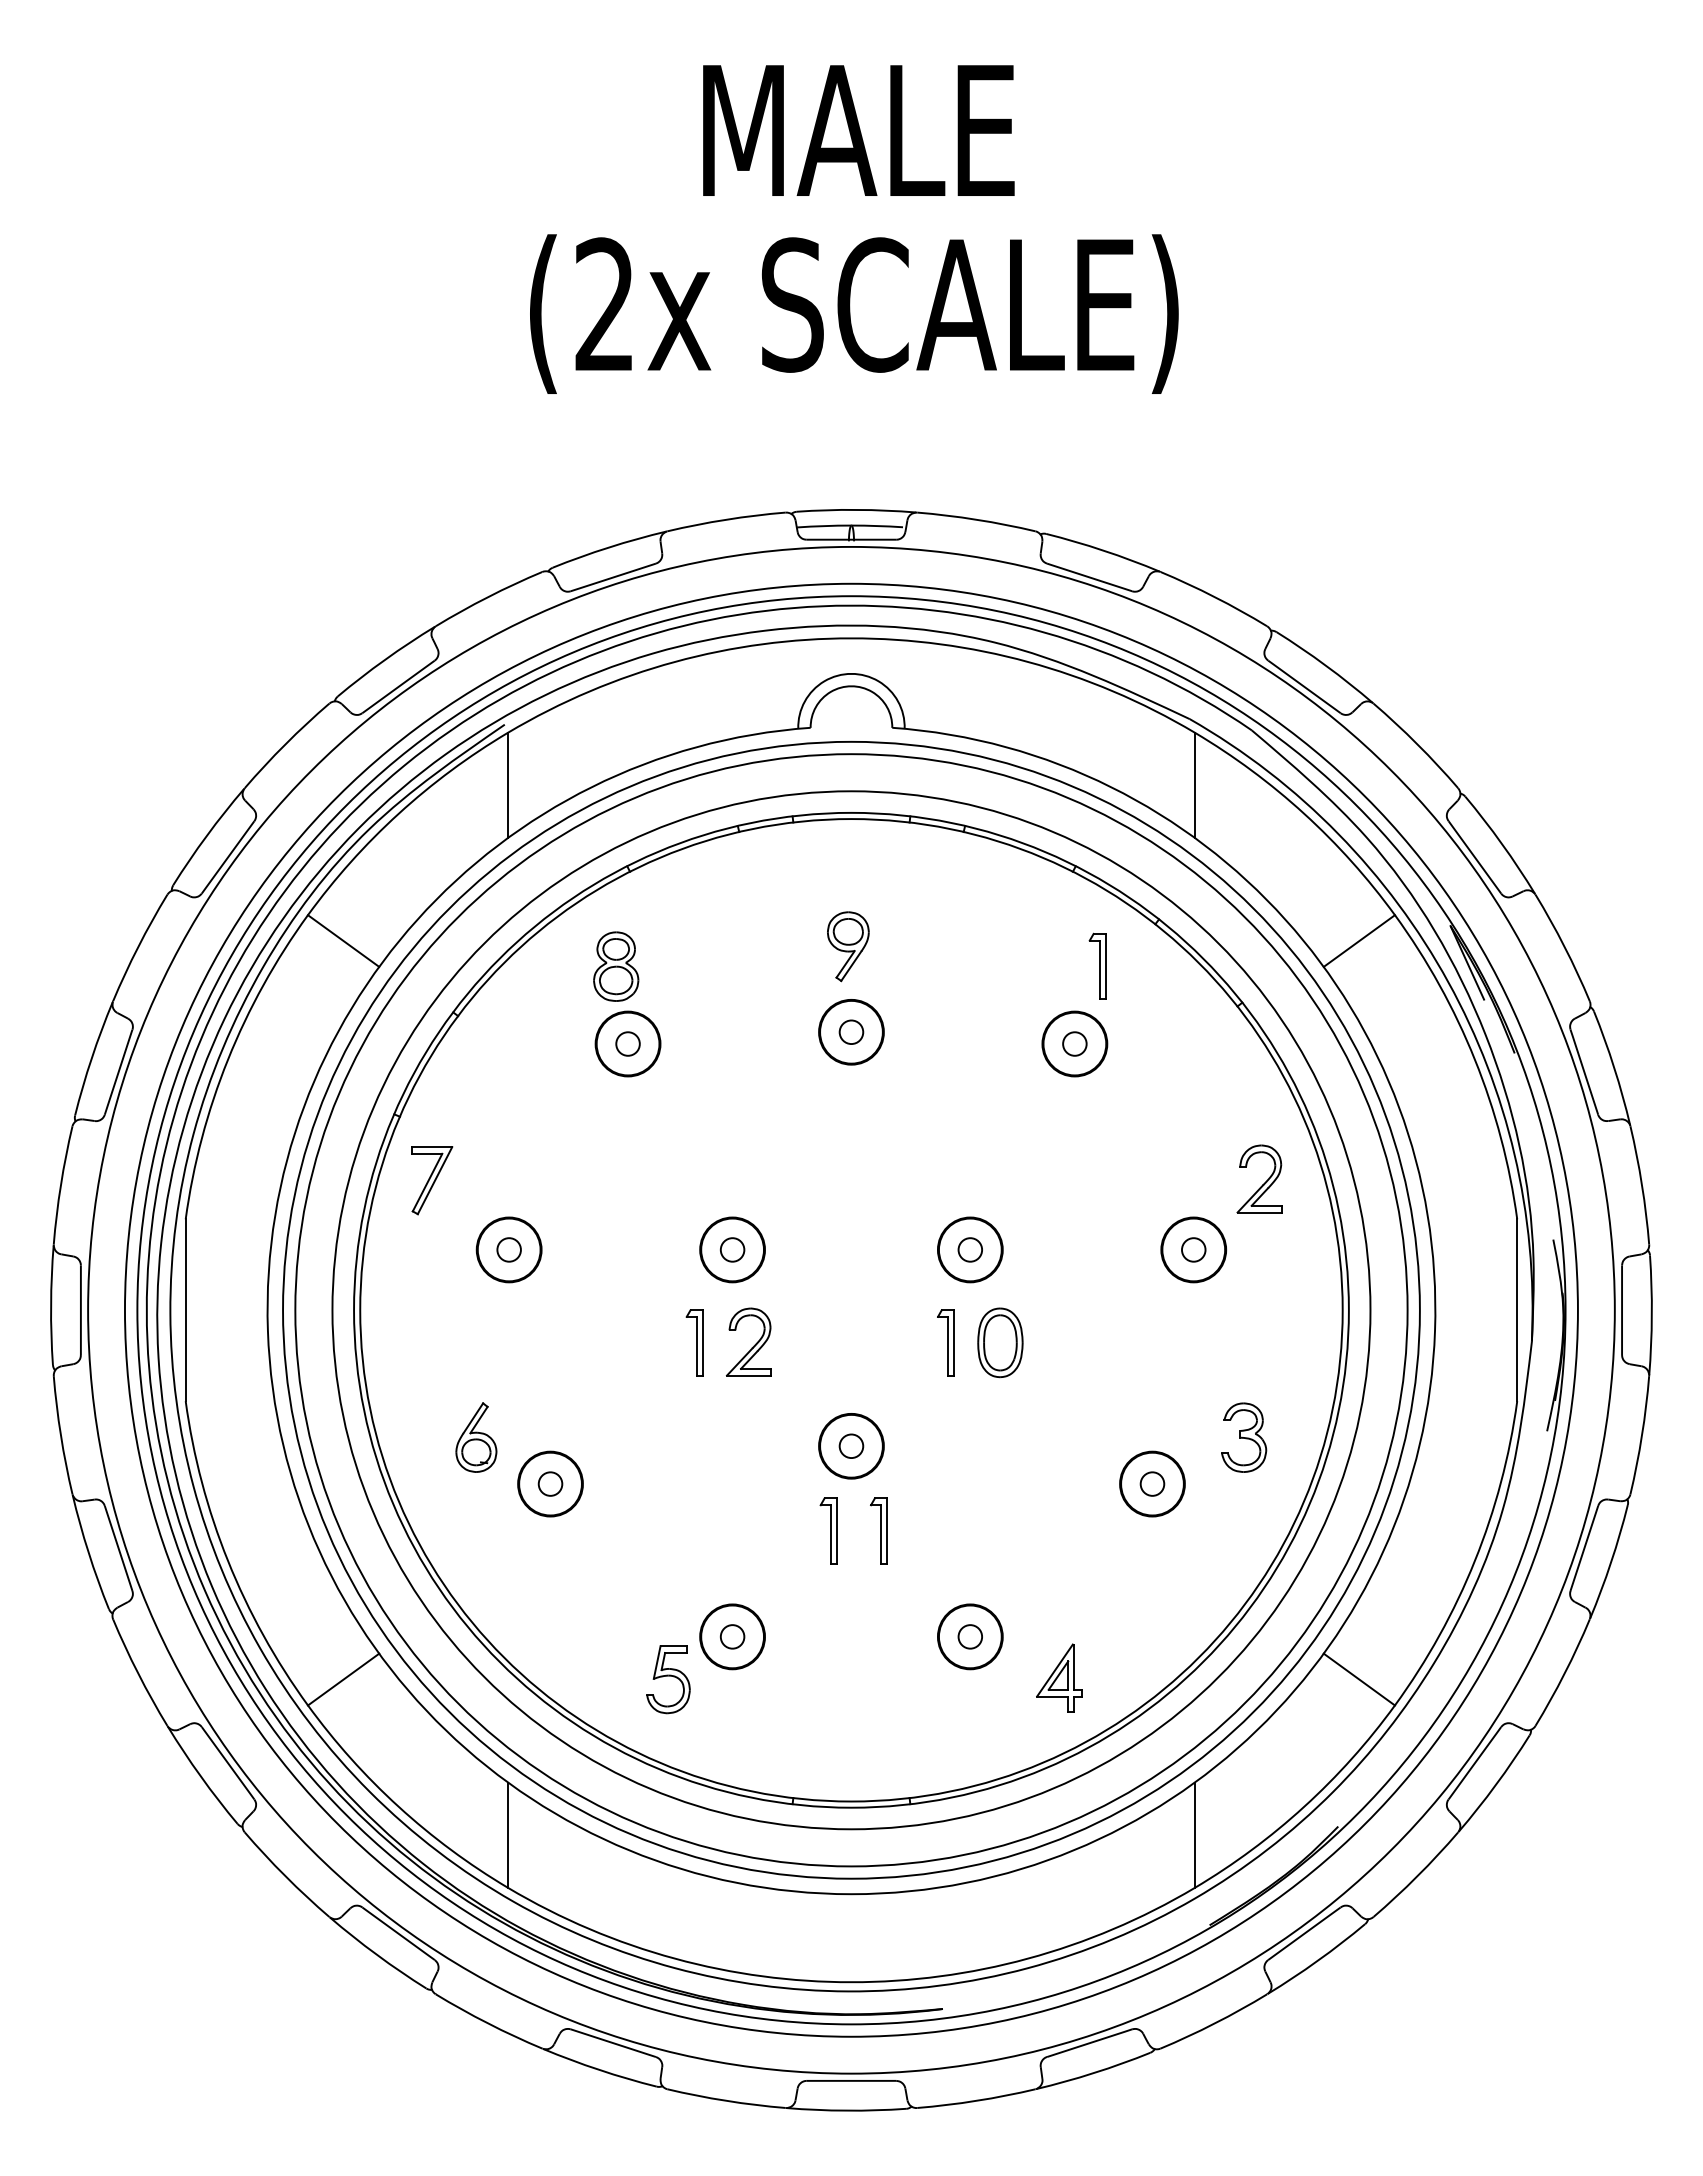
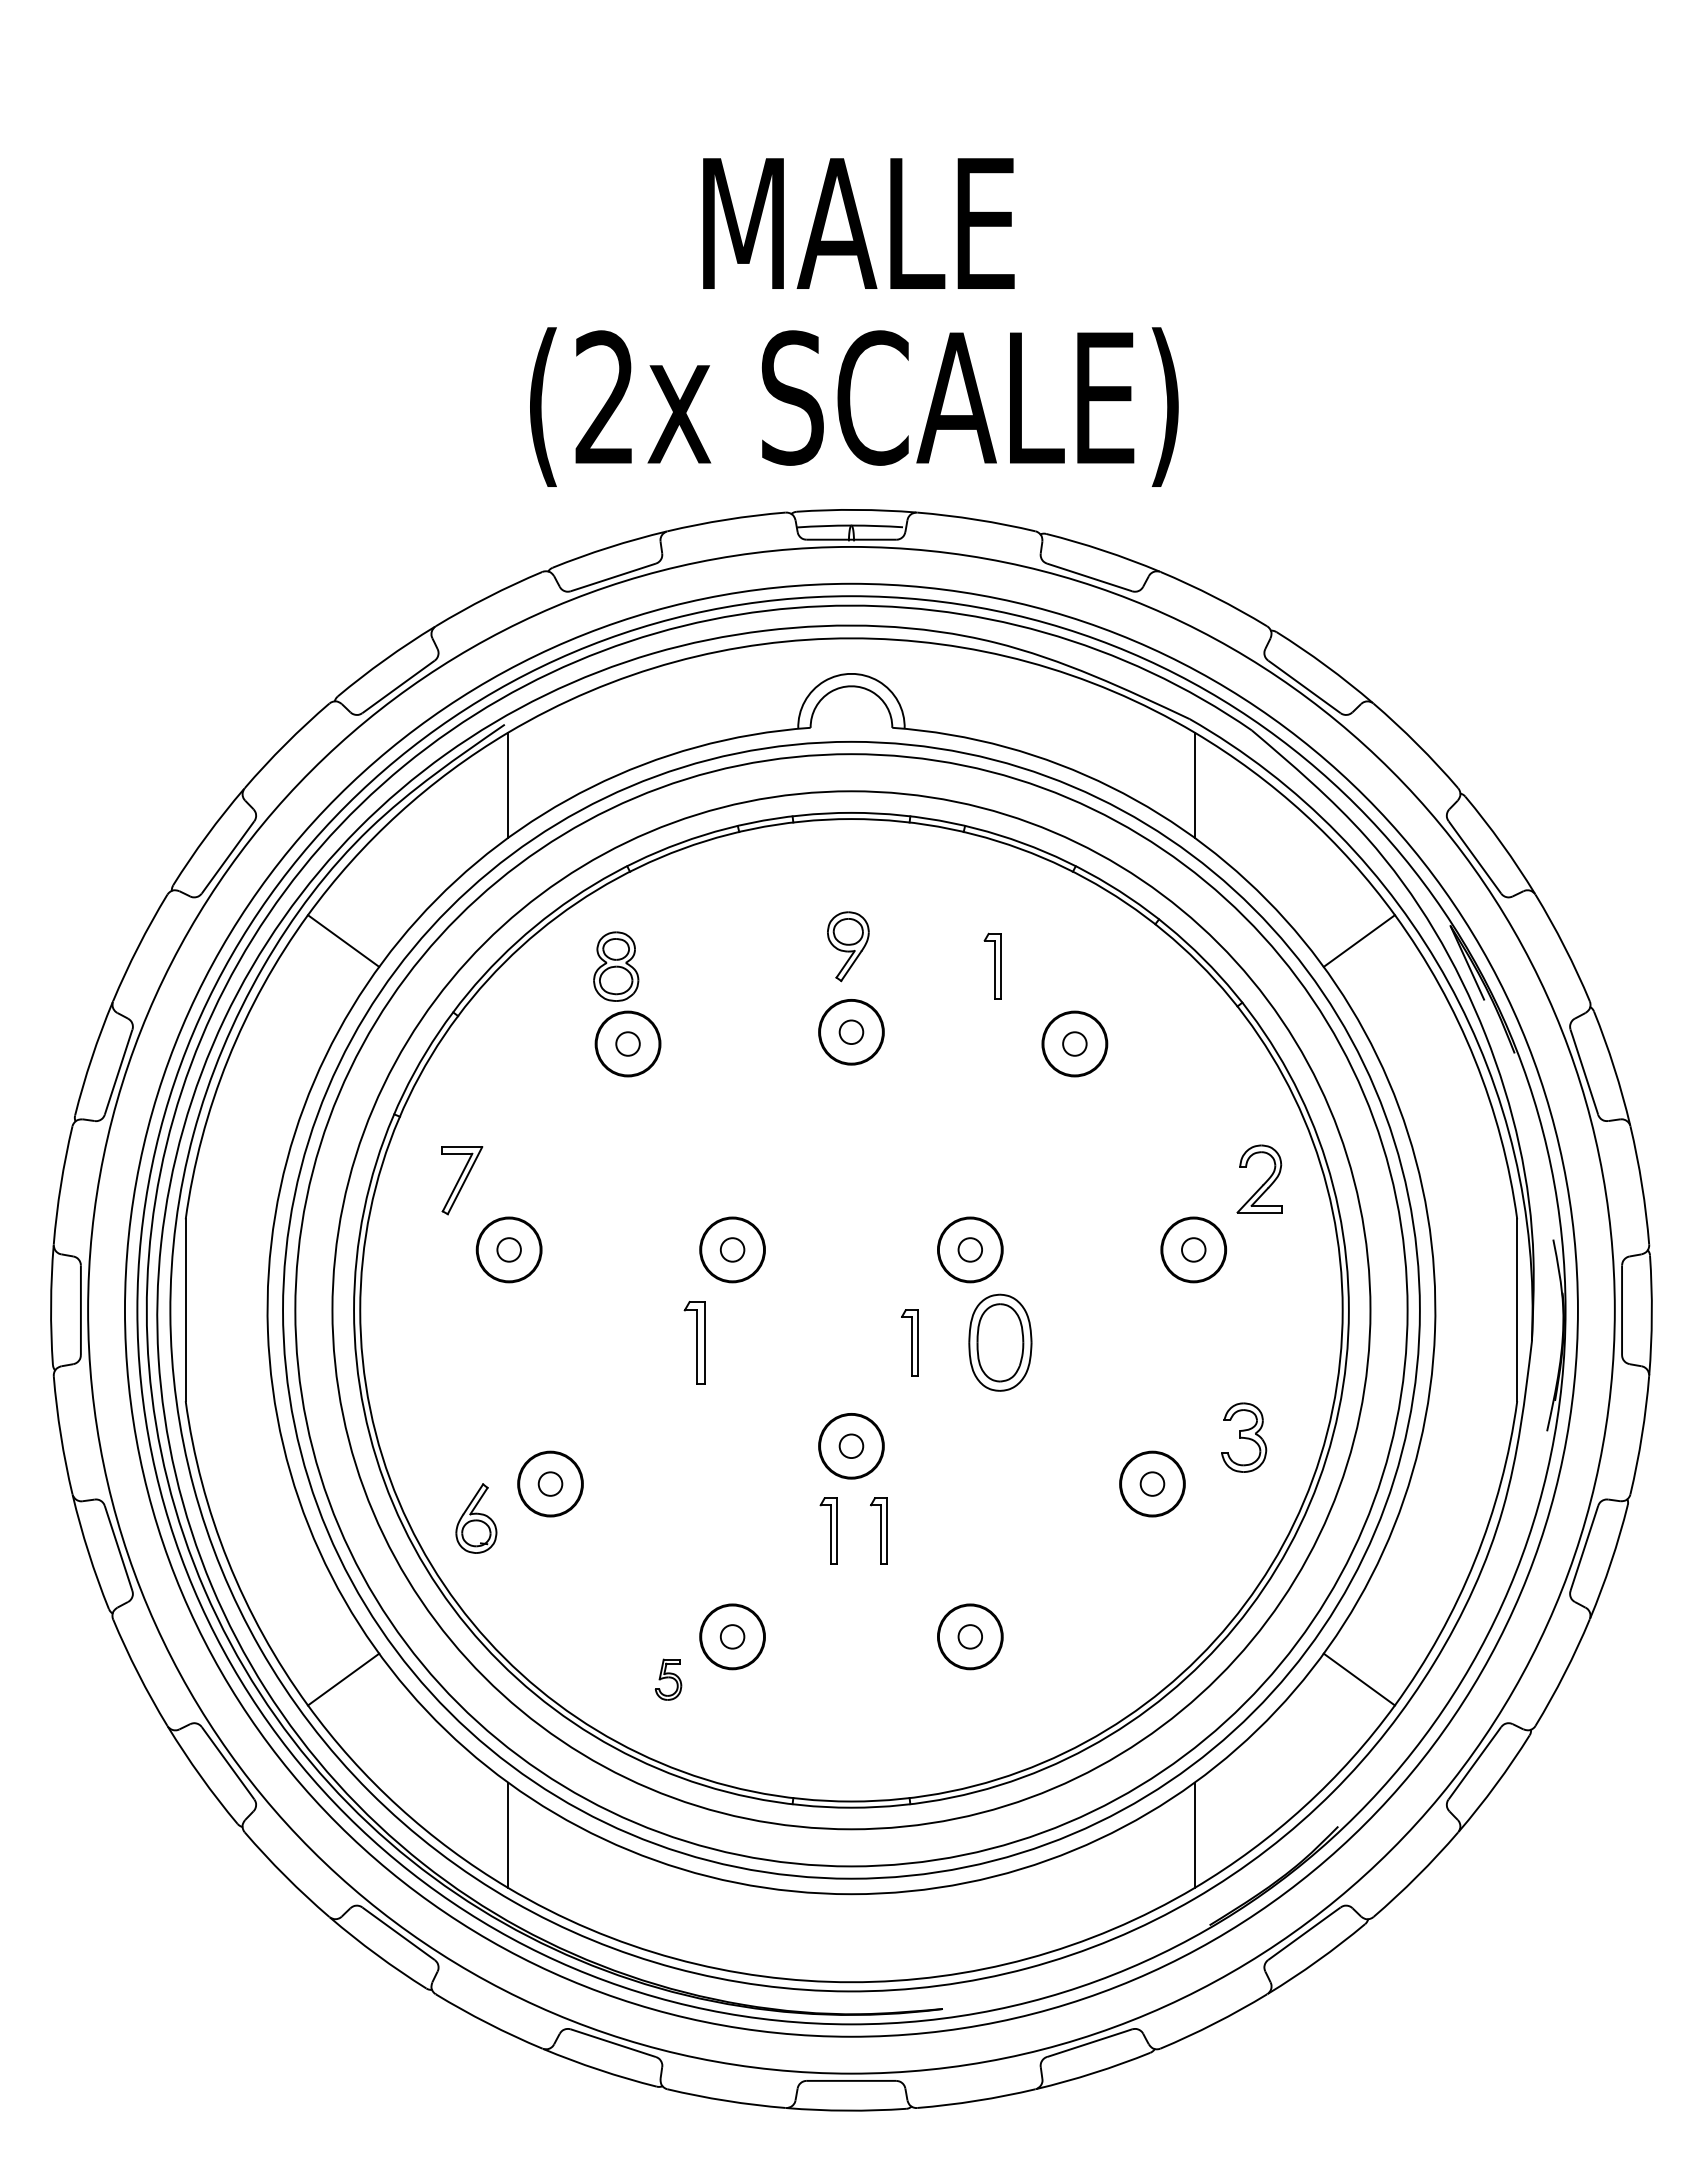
text at (854, 229) position: (854, 229) -> (854, 322)
part at (1097, 965) position: (1097, 965) -> (992, 965)
part at (432, 1180) position: (432, 1180) -> (462, 1180)
part at (694, 1342) size: 19x68 px -> 23x84 px
part at (945, 1342) position: (945, 1342) -> (909, 1342)
part at (1000, 1342) size: 47x72 px -> 65x99 px
part at (753, 1345): present -> none
part at (476, 1437) position: (476, 1437) -> (476, 1518)
part at (1059, 1677): present -> none
part at (668, 1679) size: 45x70 px -> 29x43 px
